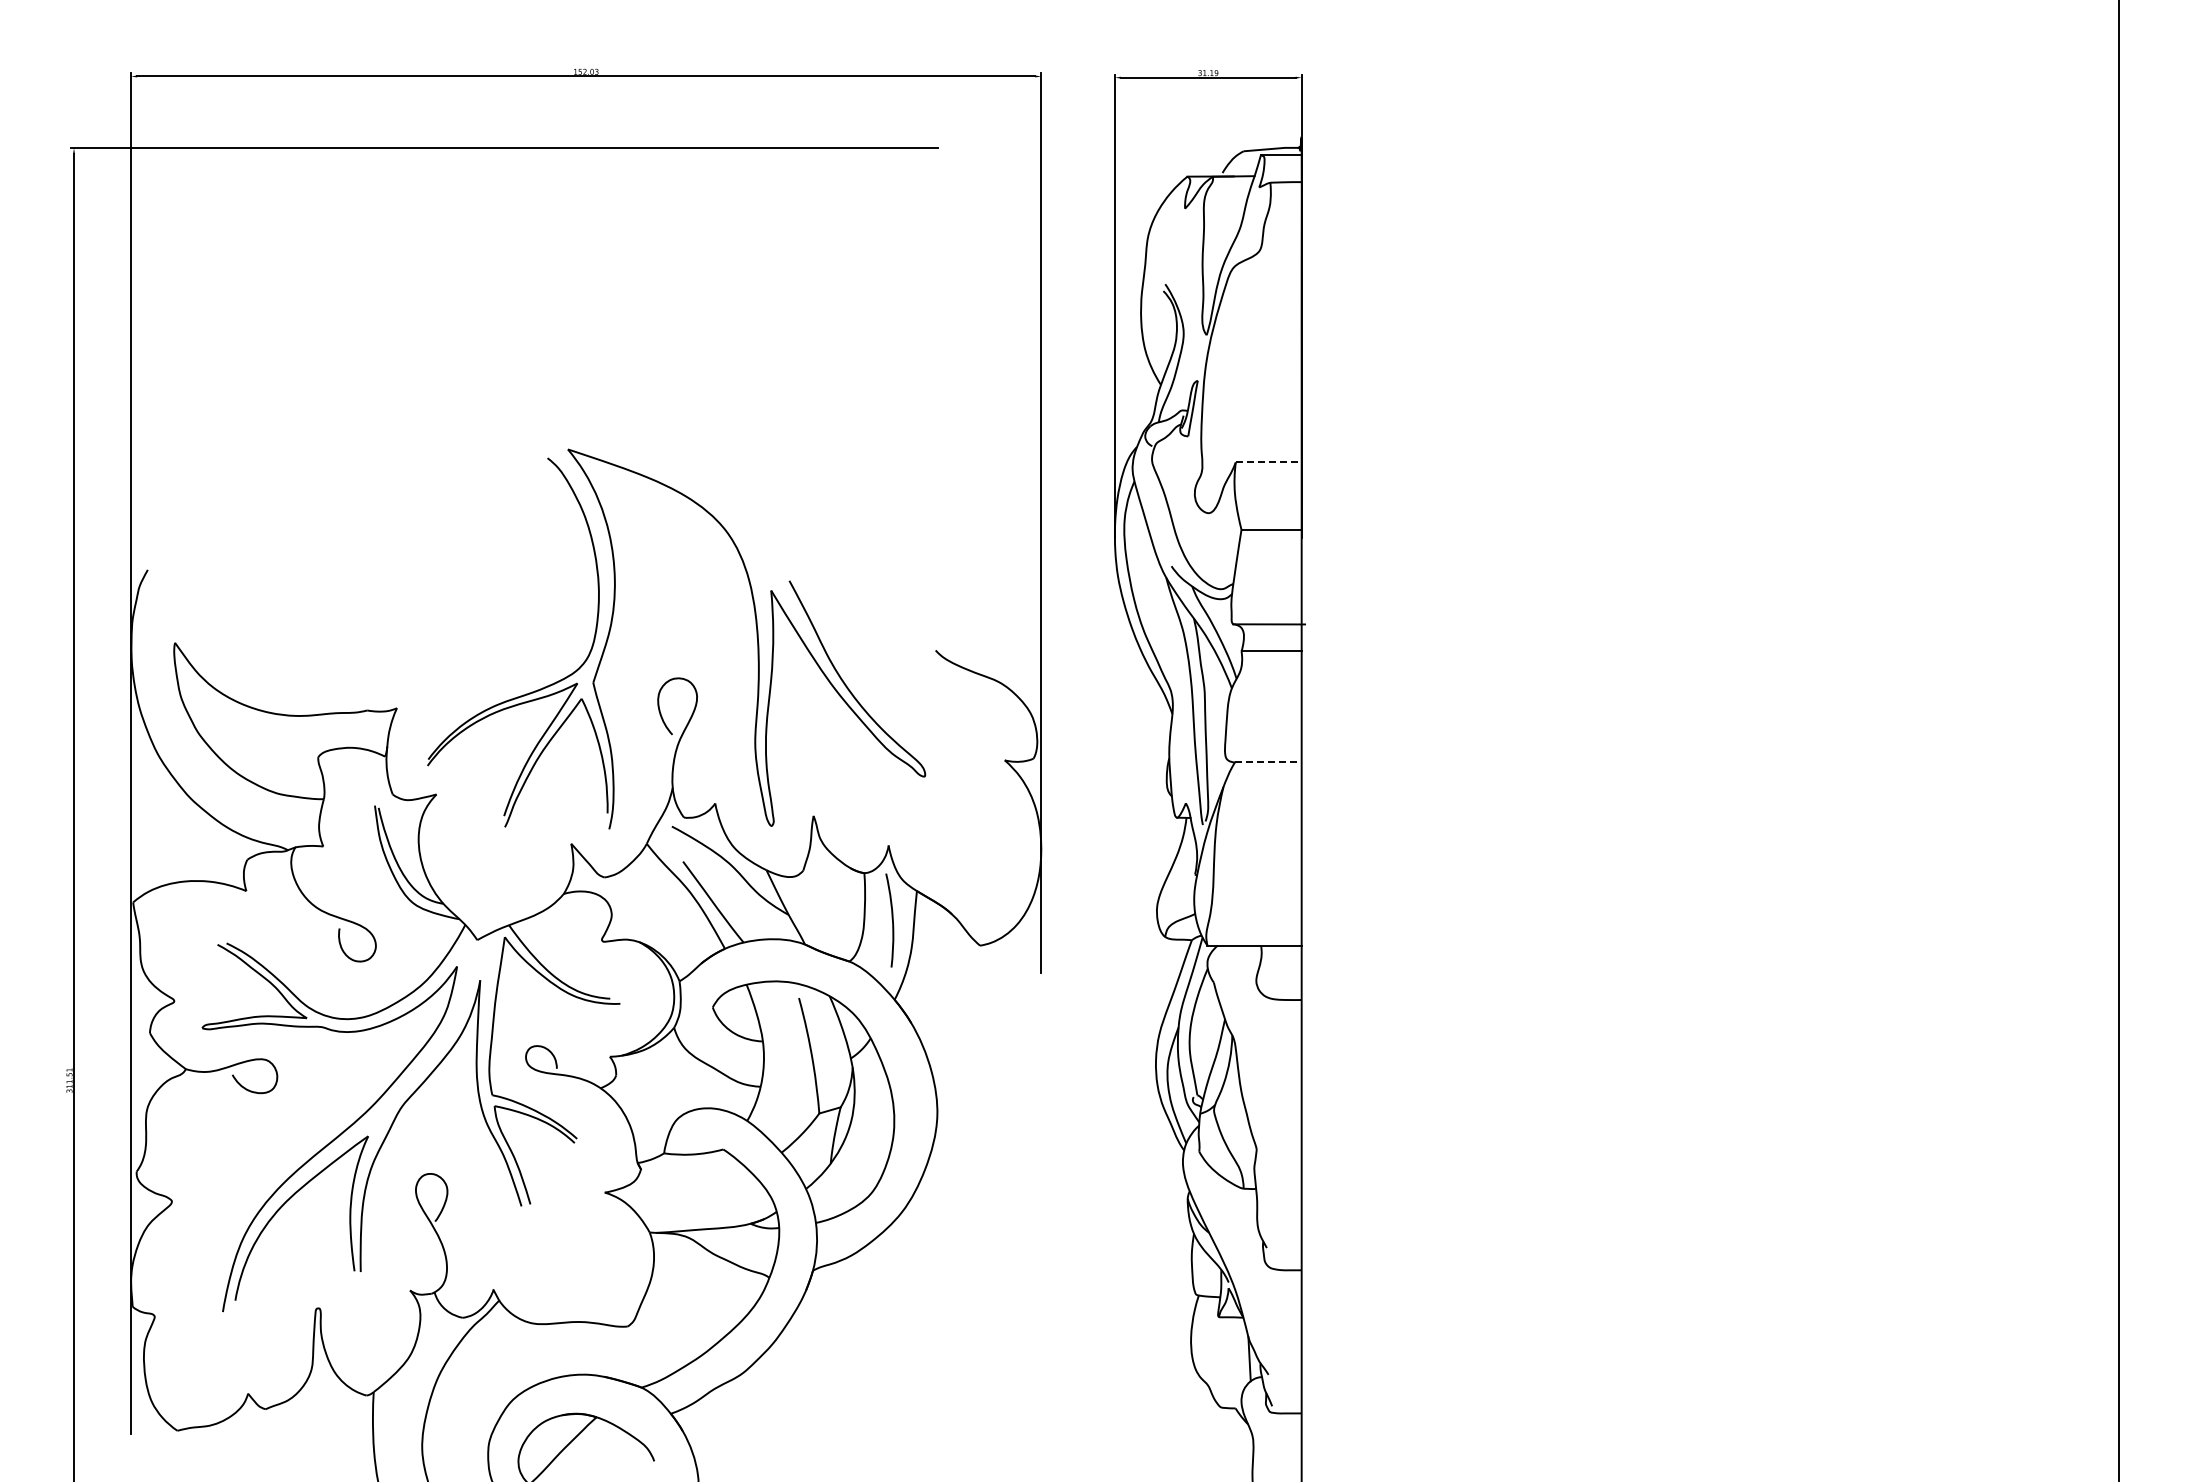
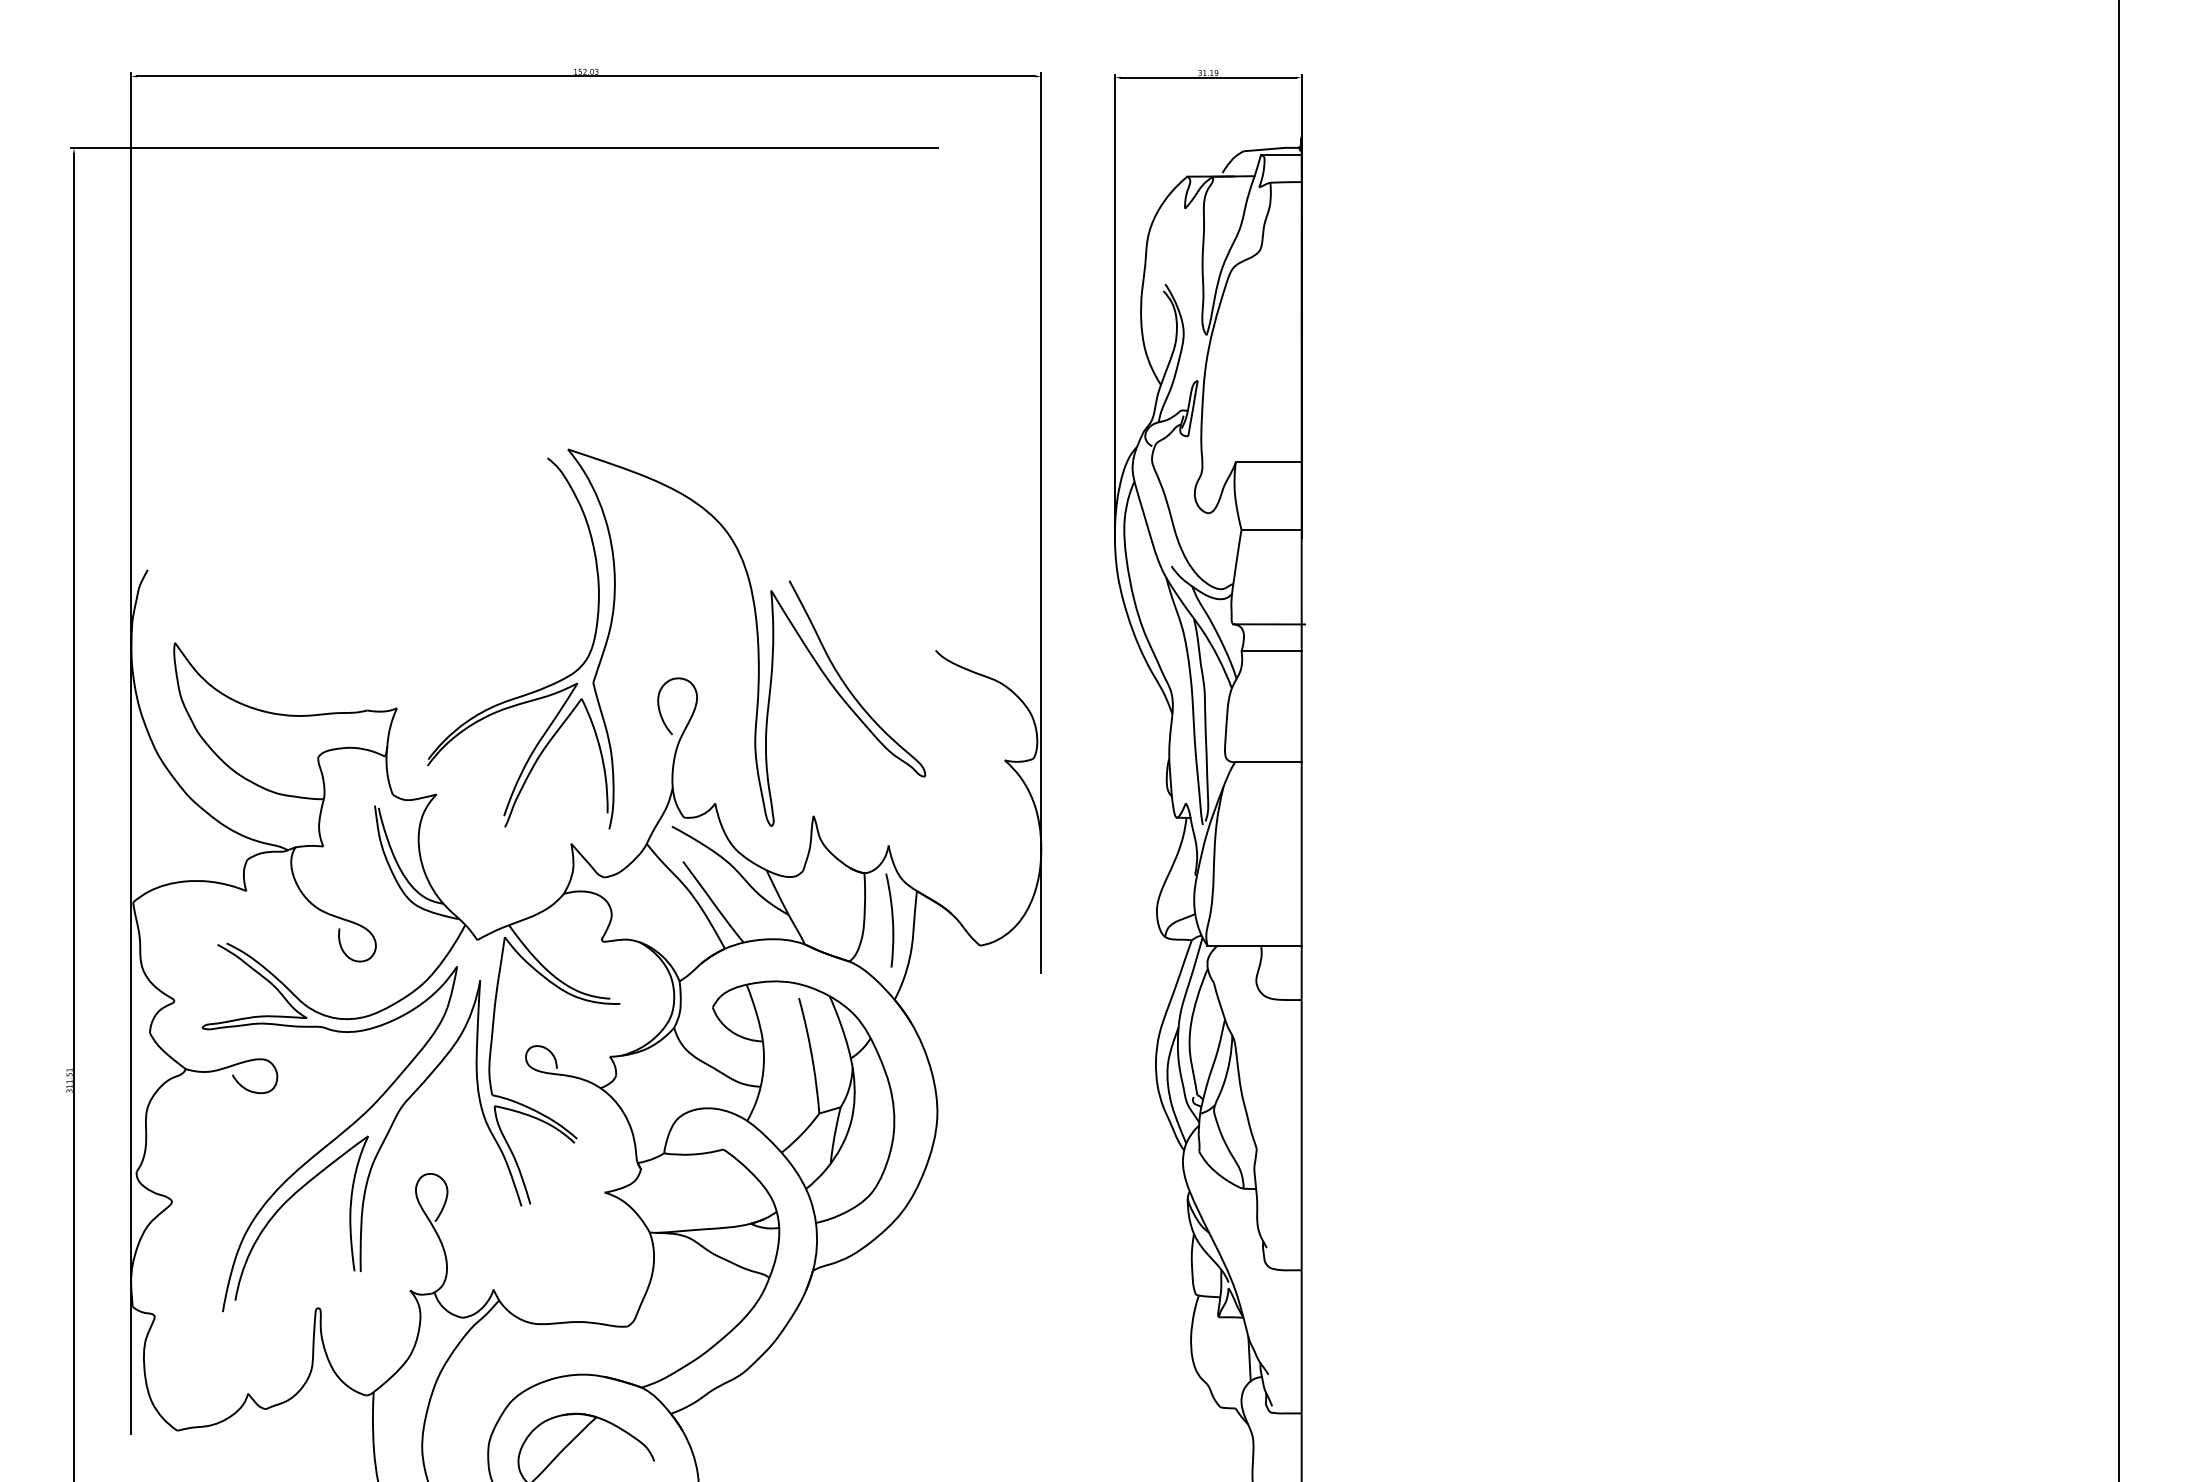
line at (1268, 462): dashed -> solid
line at (1268, 762): dashed -> solid
